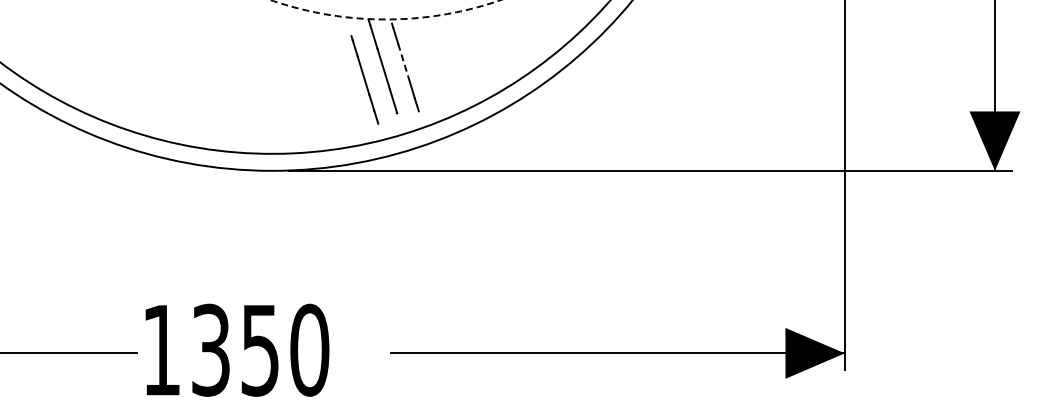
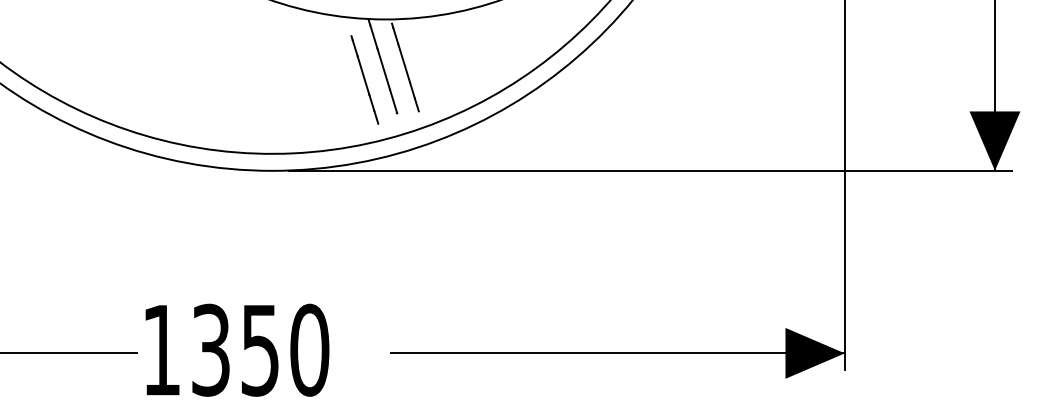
circle at (385, 9): dashed -> solid
line at (404, 63): dashed -> solid
